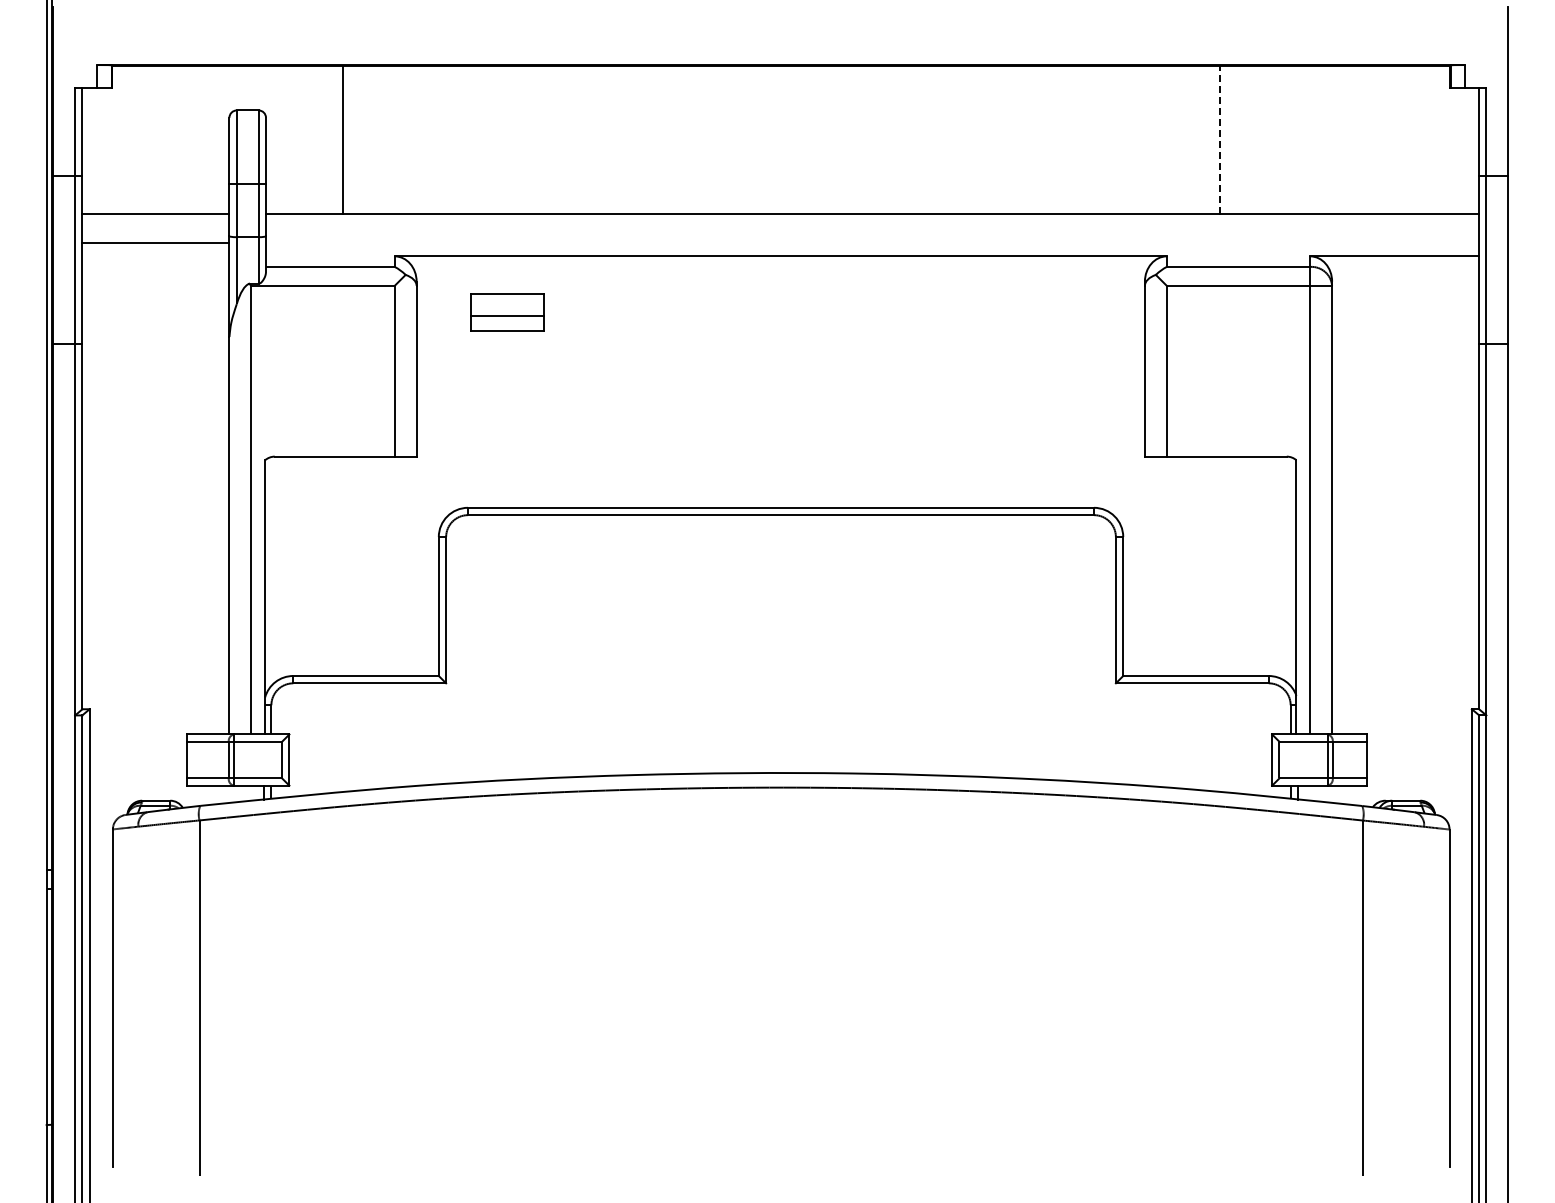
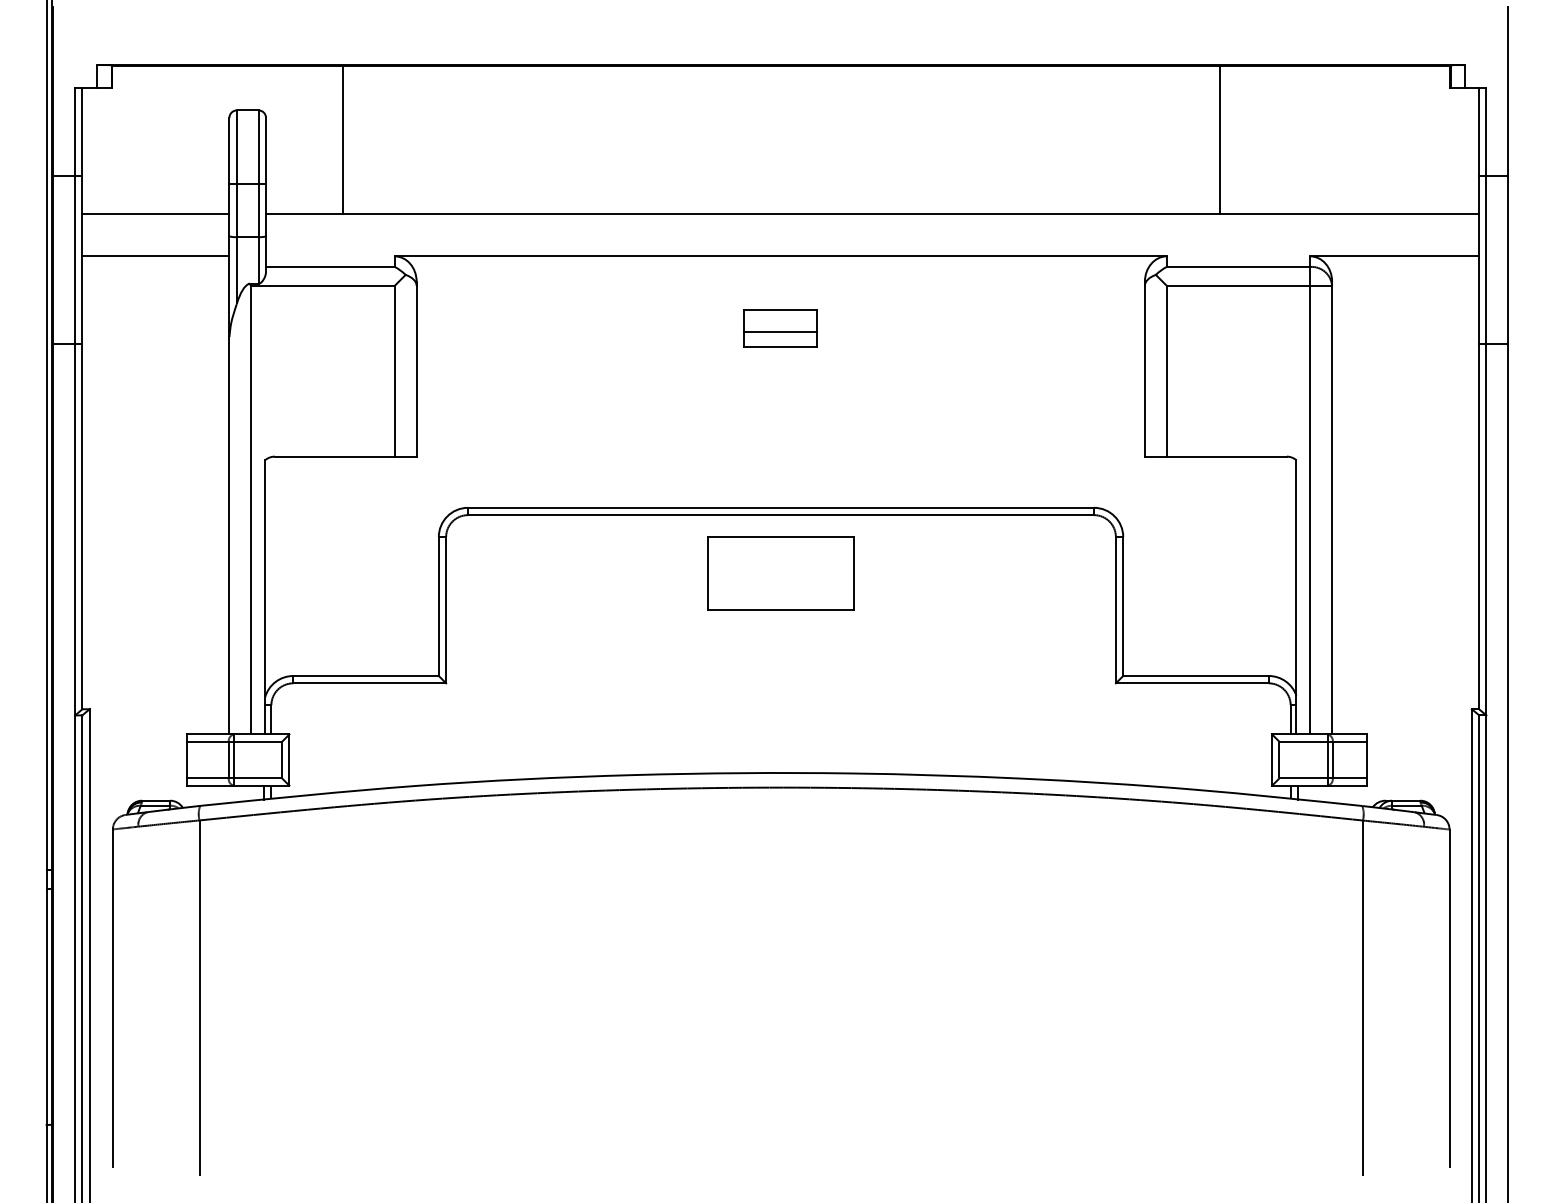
line at (1220, 139): dashed -> solid
line at (155, 243) position: (155, 243) -> (155, 256)
part at (507, 312) position: (507, 312) -> (780, 328)
part at (780, 573): none -> present
